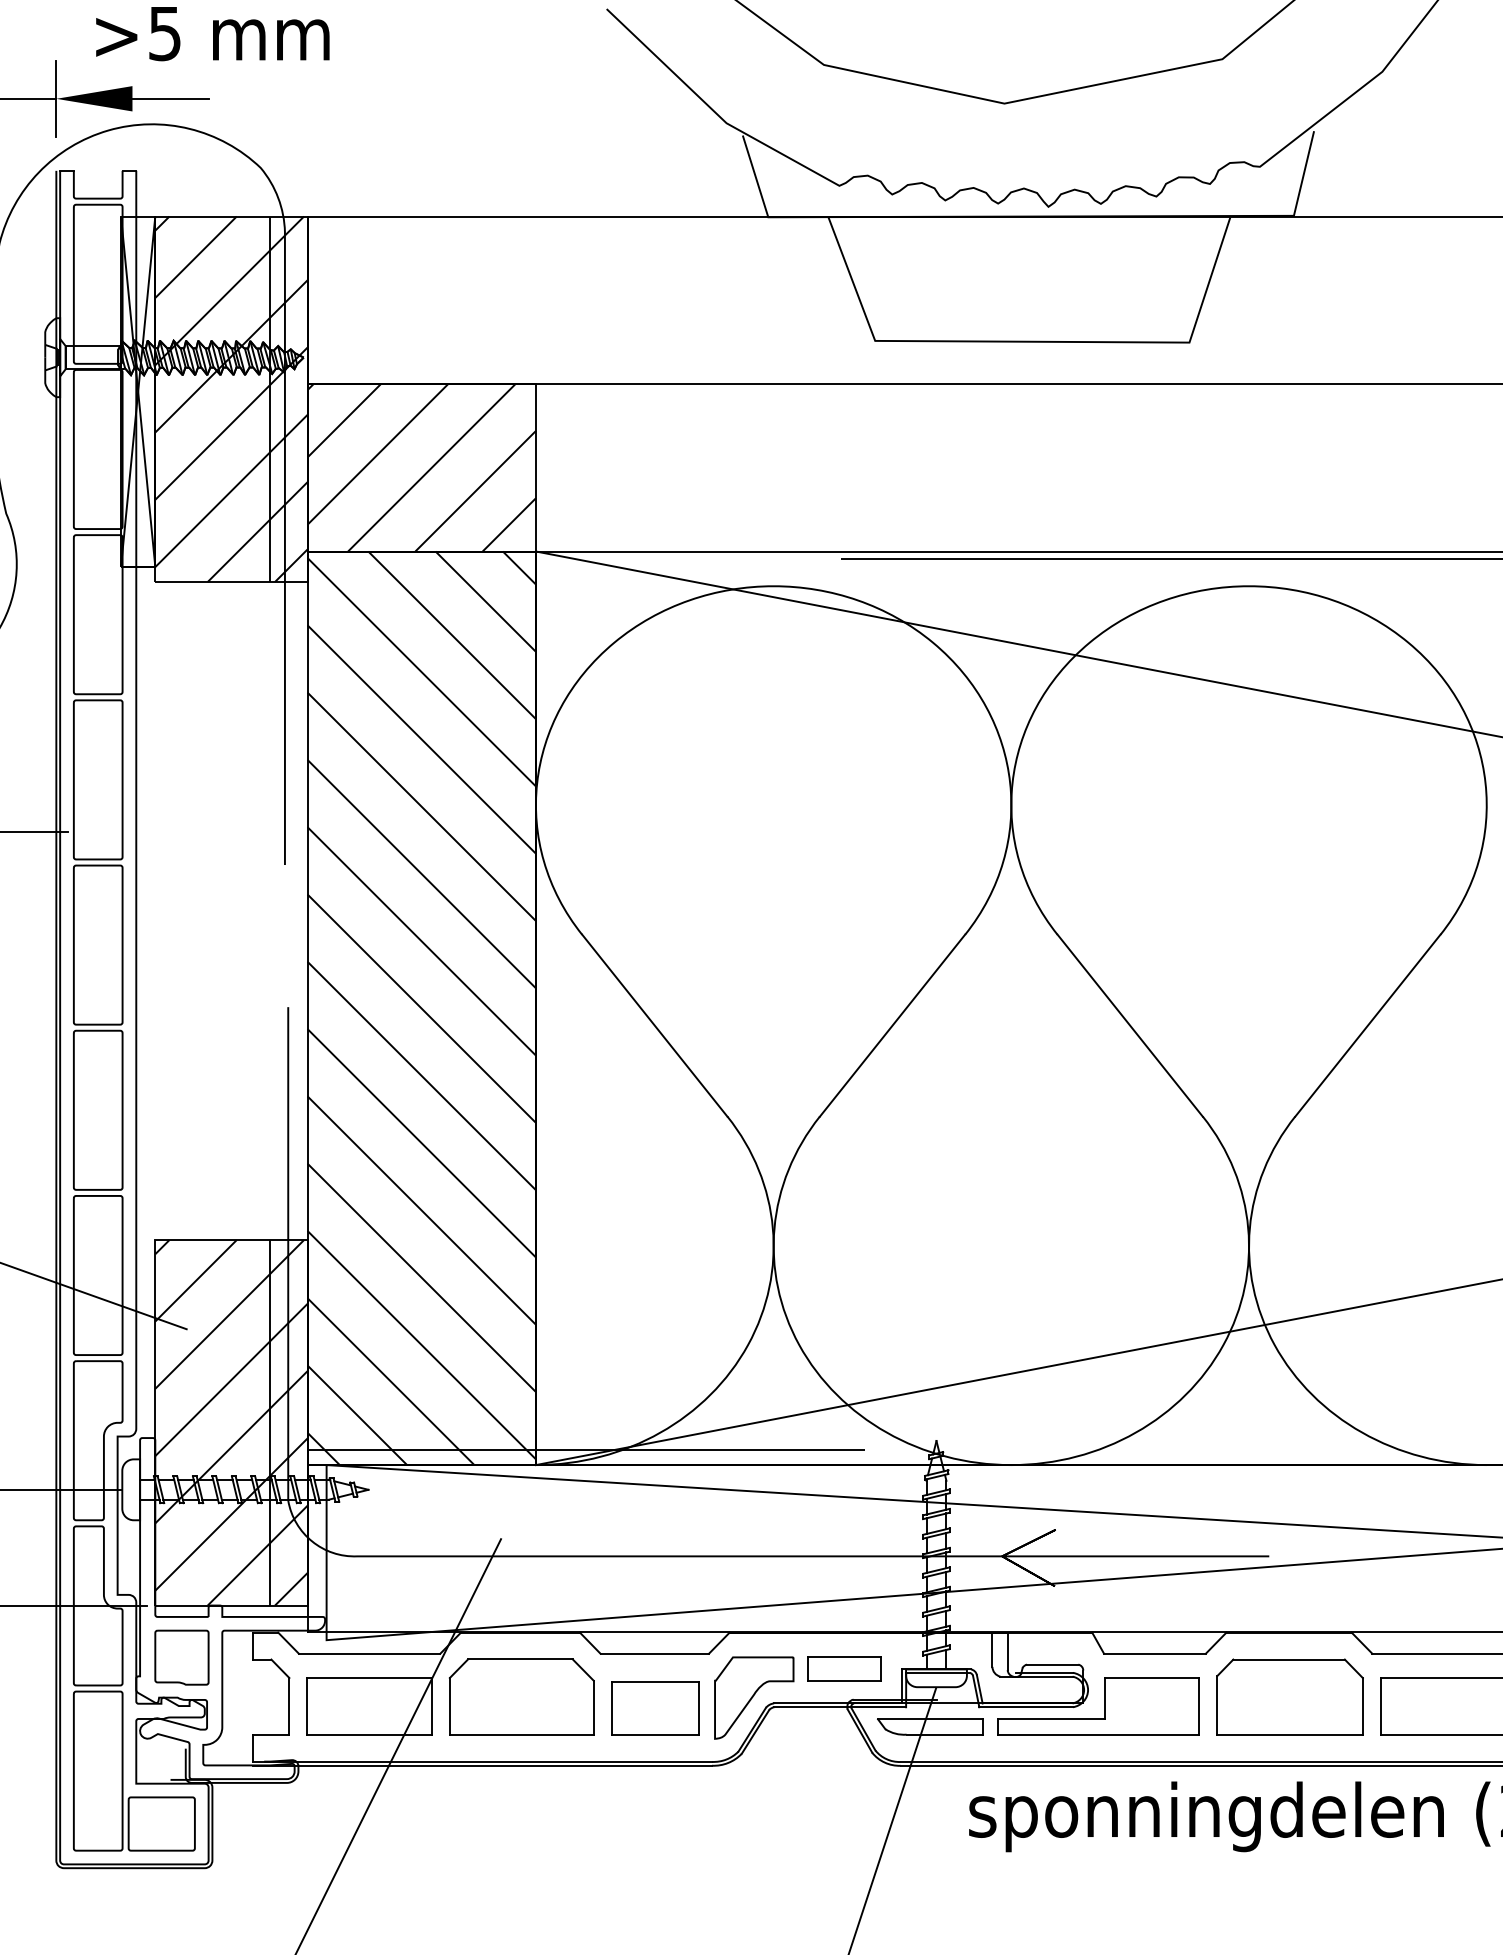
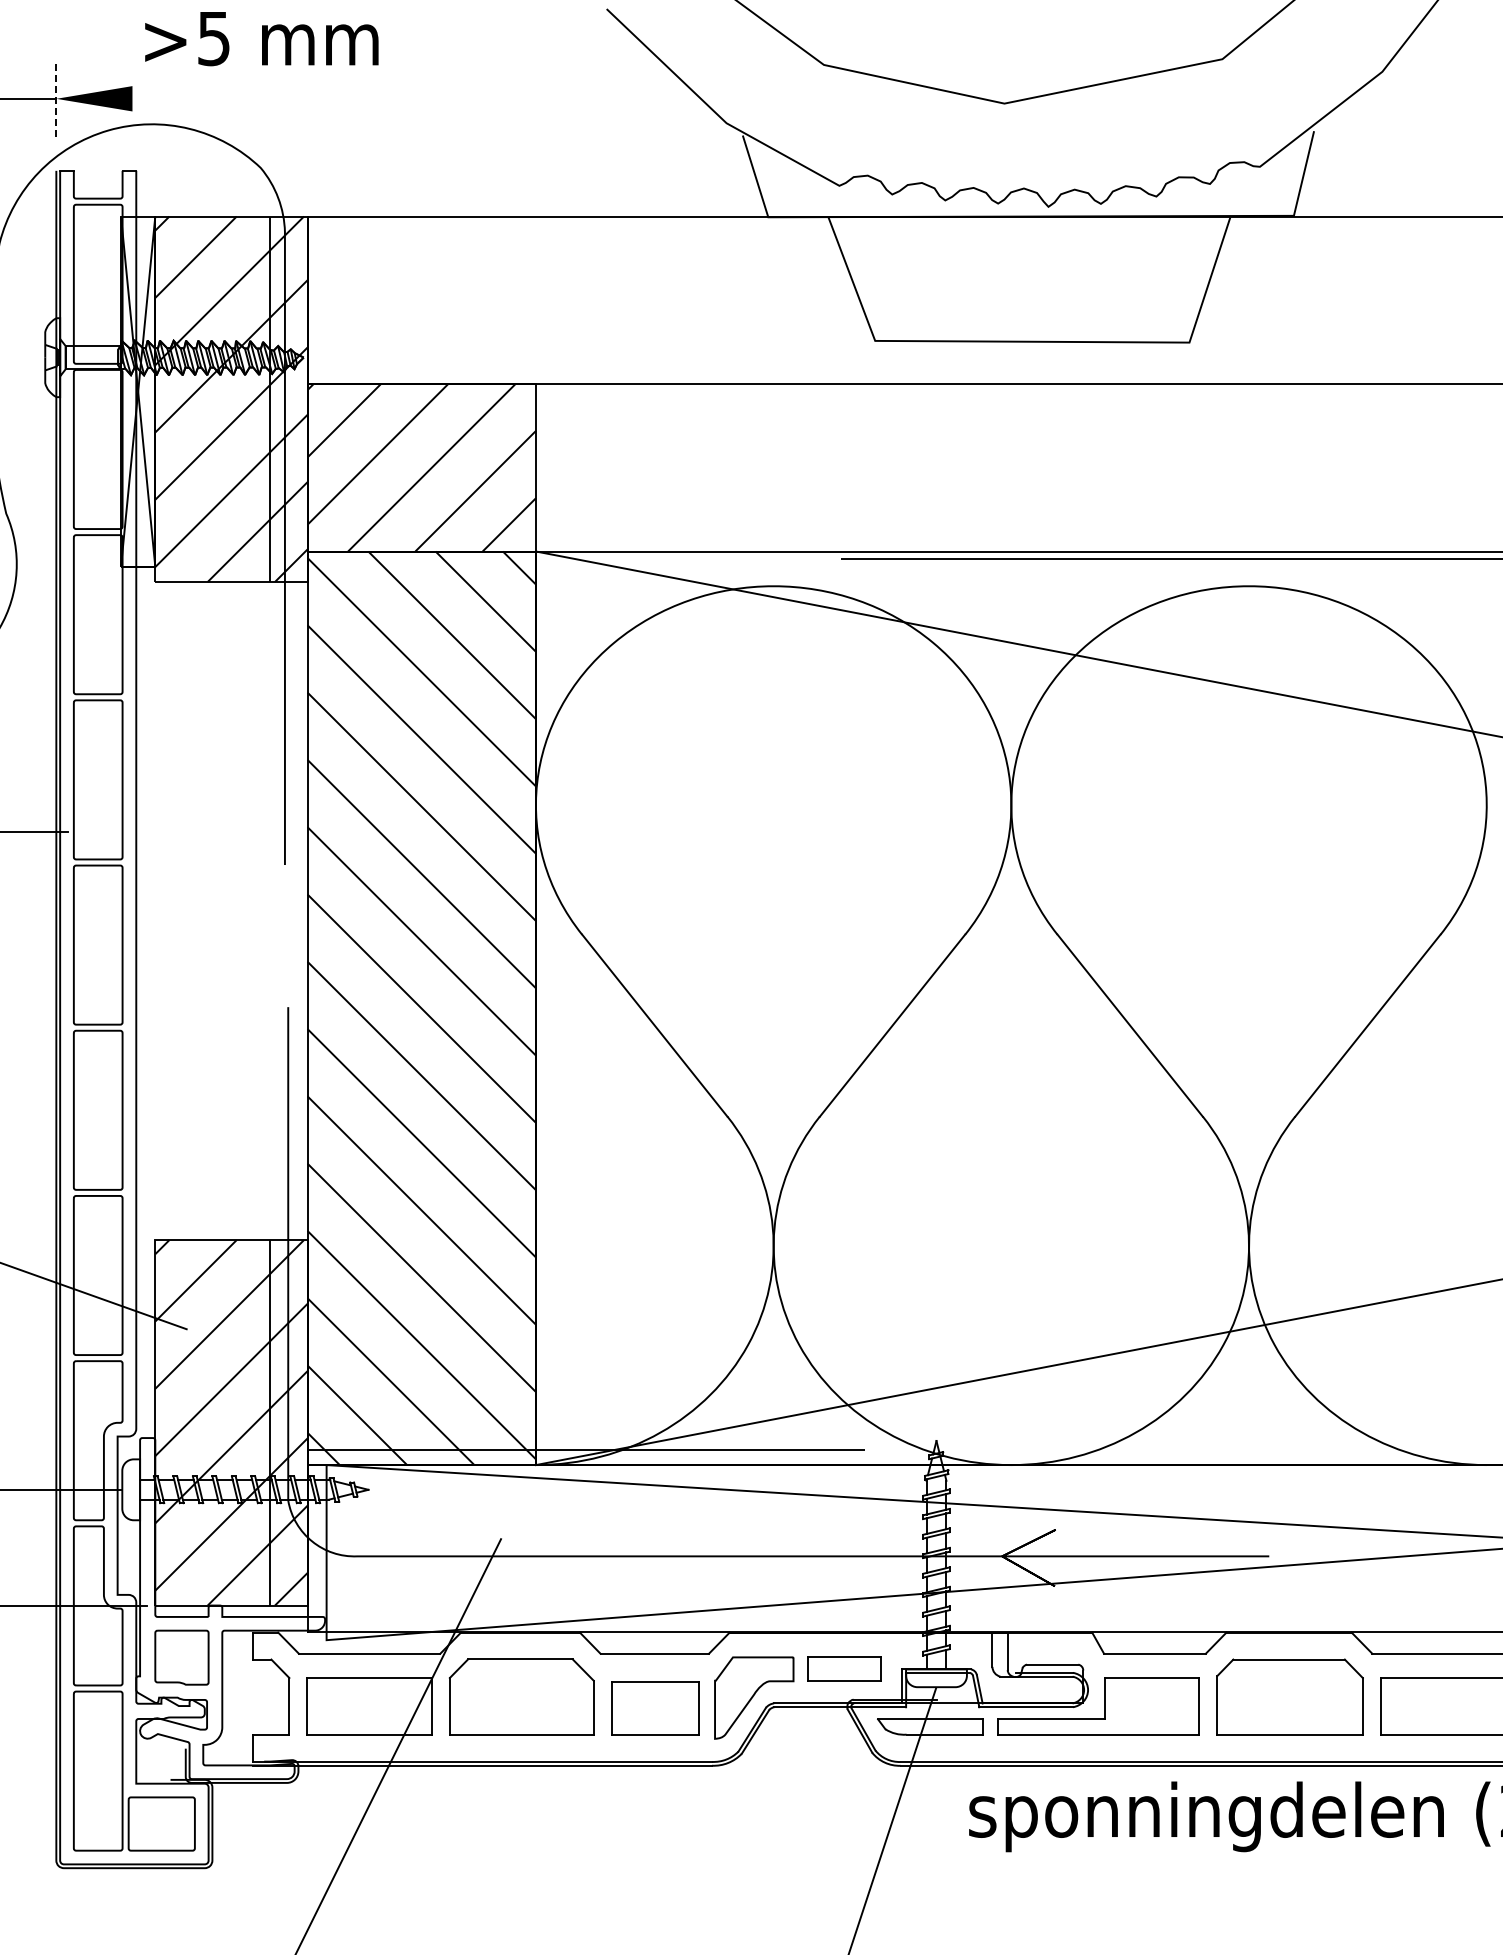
text at (212, 34) position: (212, 34) -> (261, 39)
line at (56, 98): solid -> dashed
line at (170, 98): present -> none
